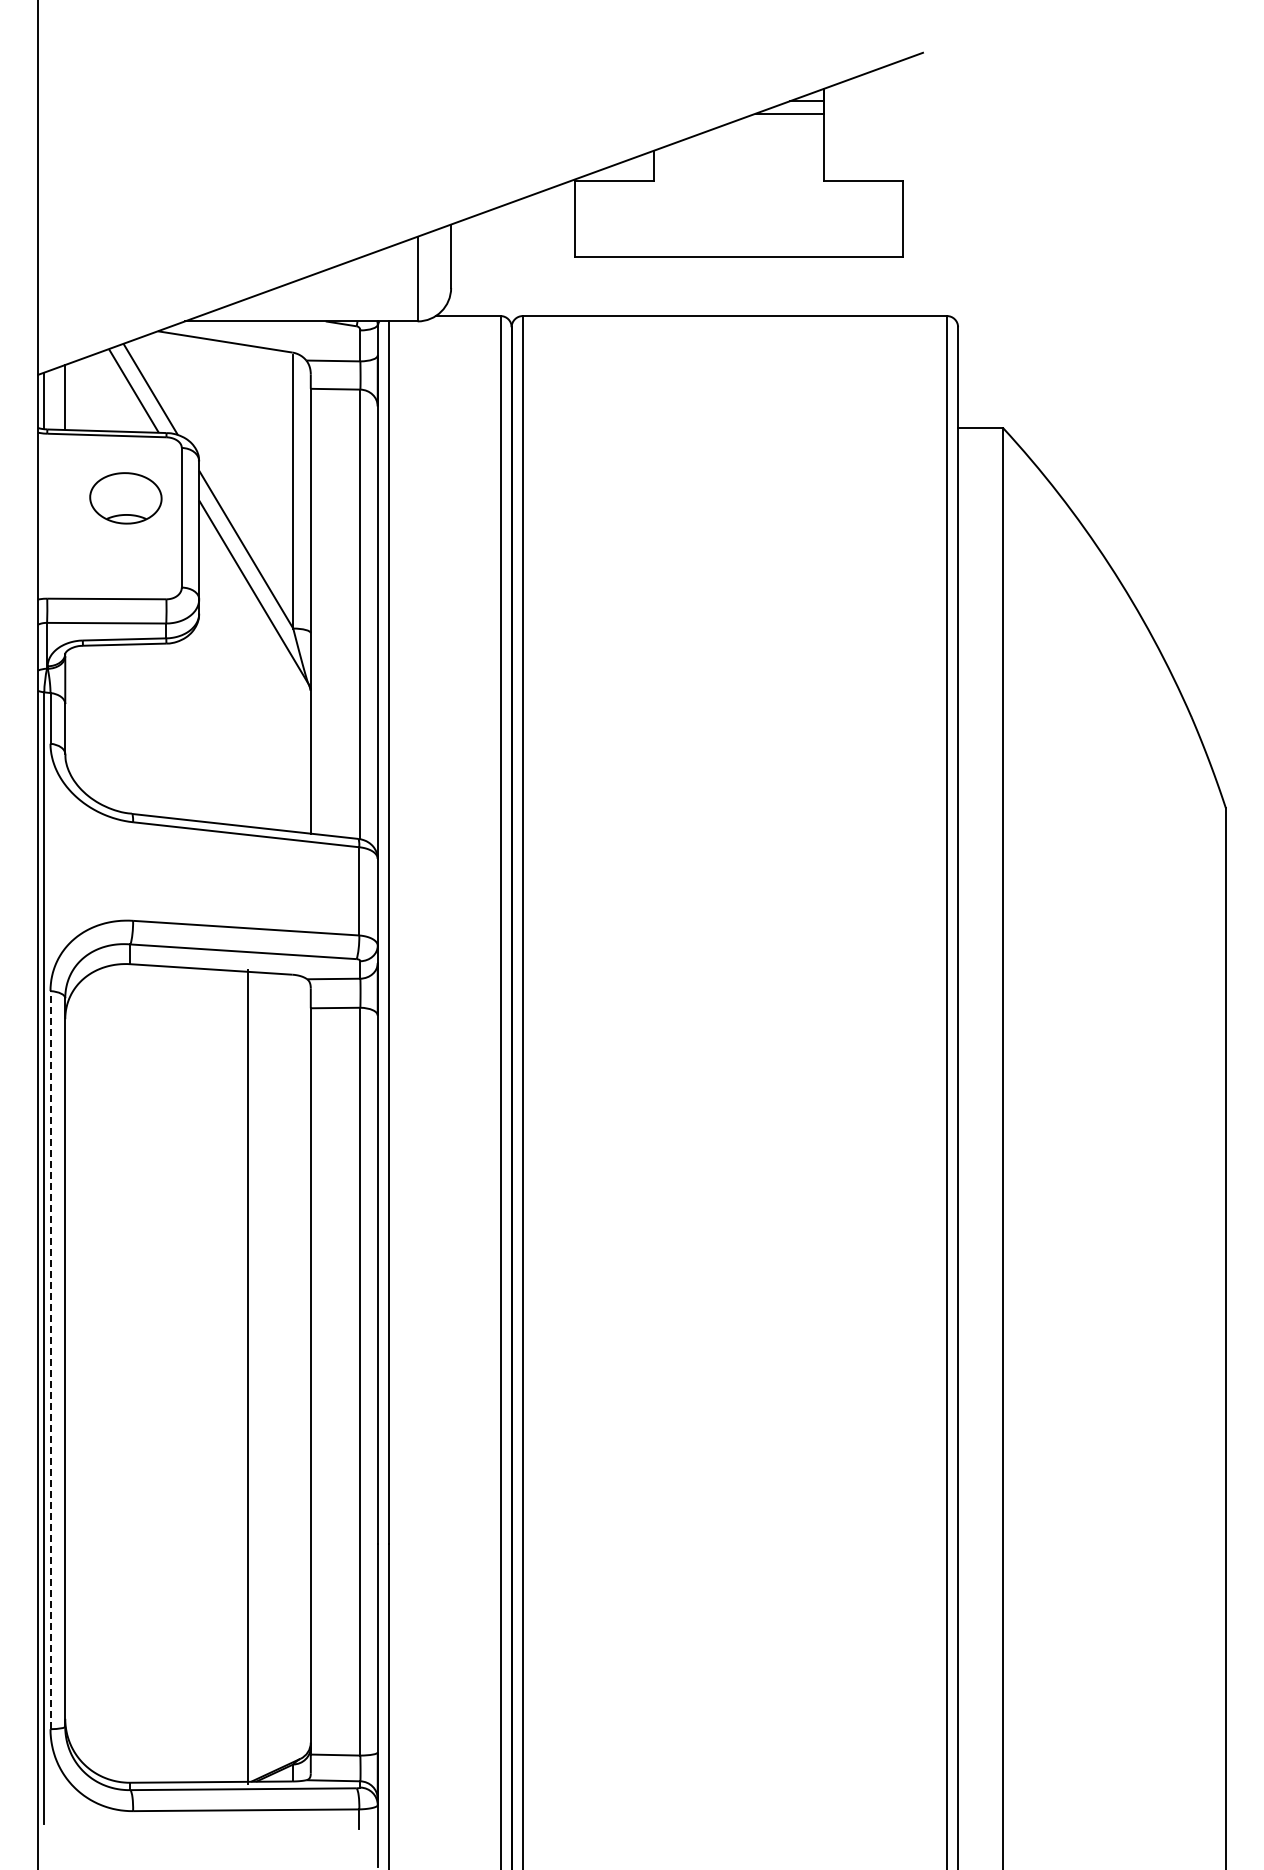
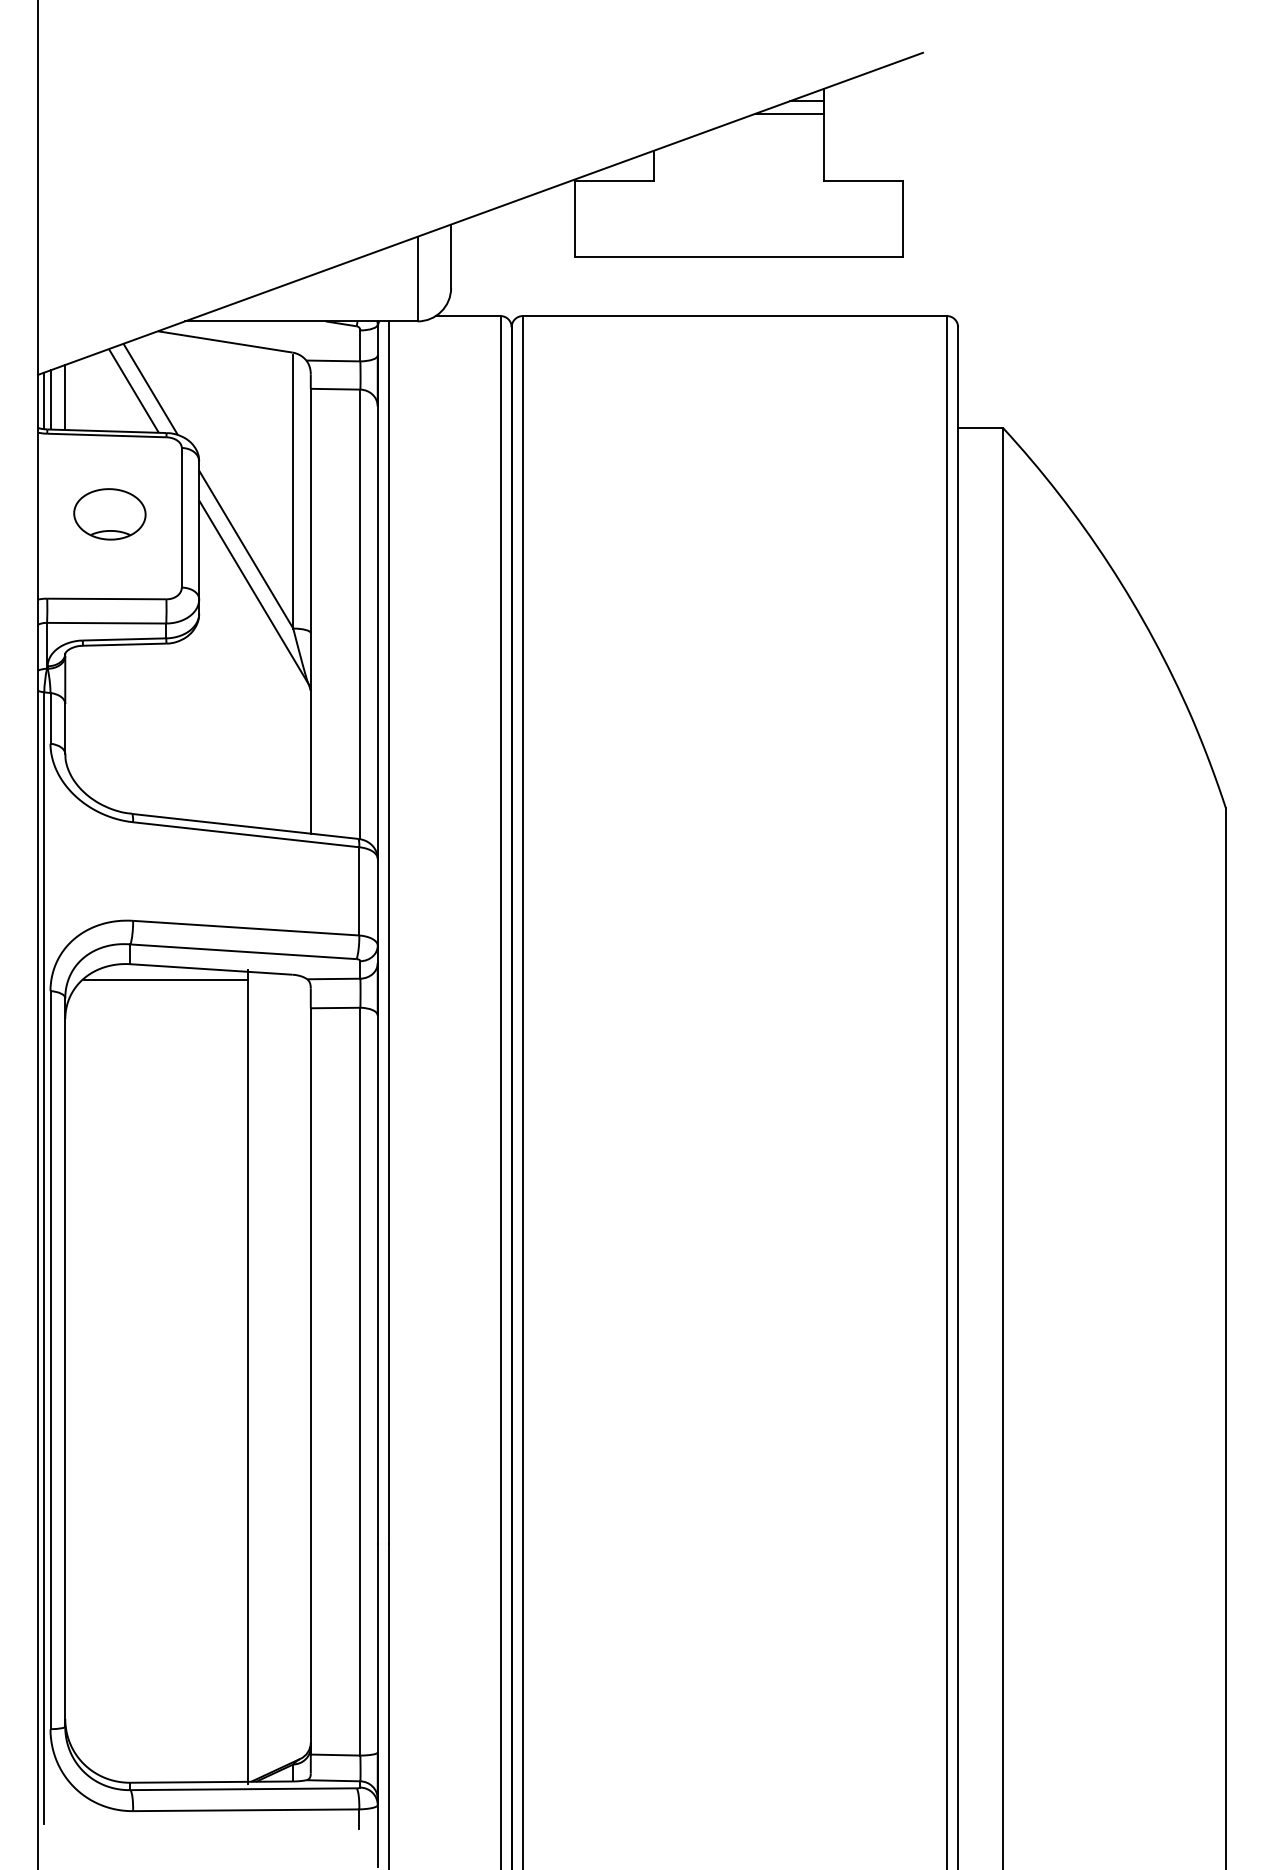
line at (50, 399): none -> present
part at (125, 498) position: (125, 498) -> (109, 514)
line at (165, 980): none -> present
line at (50, 1359): dashed -> solid
